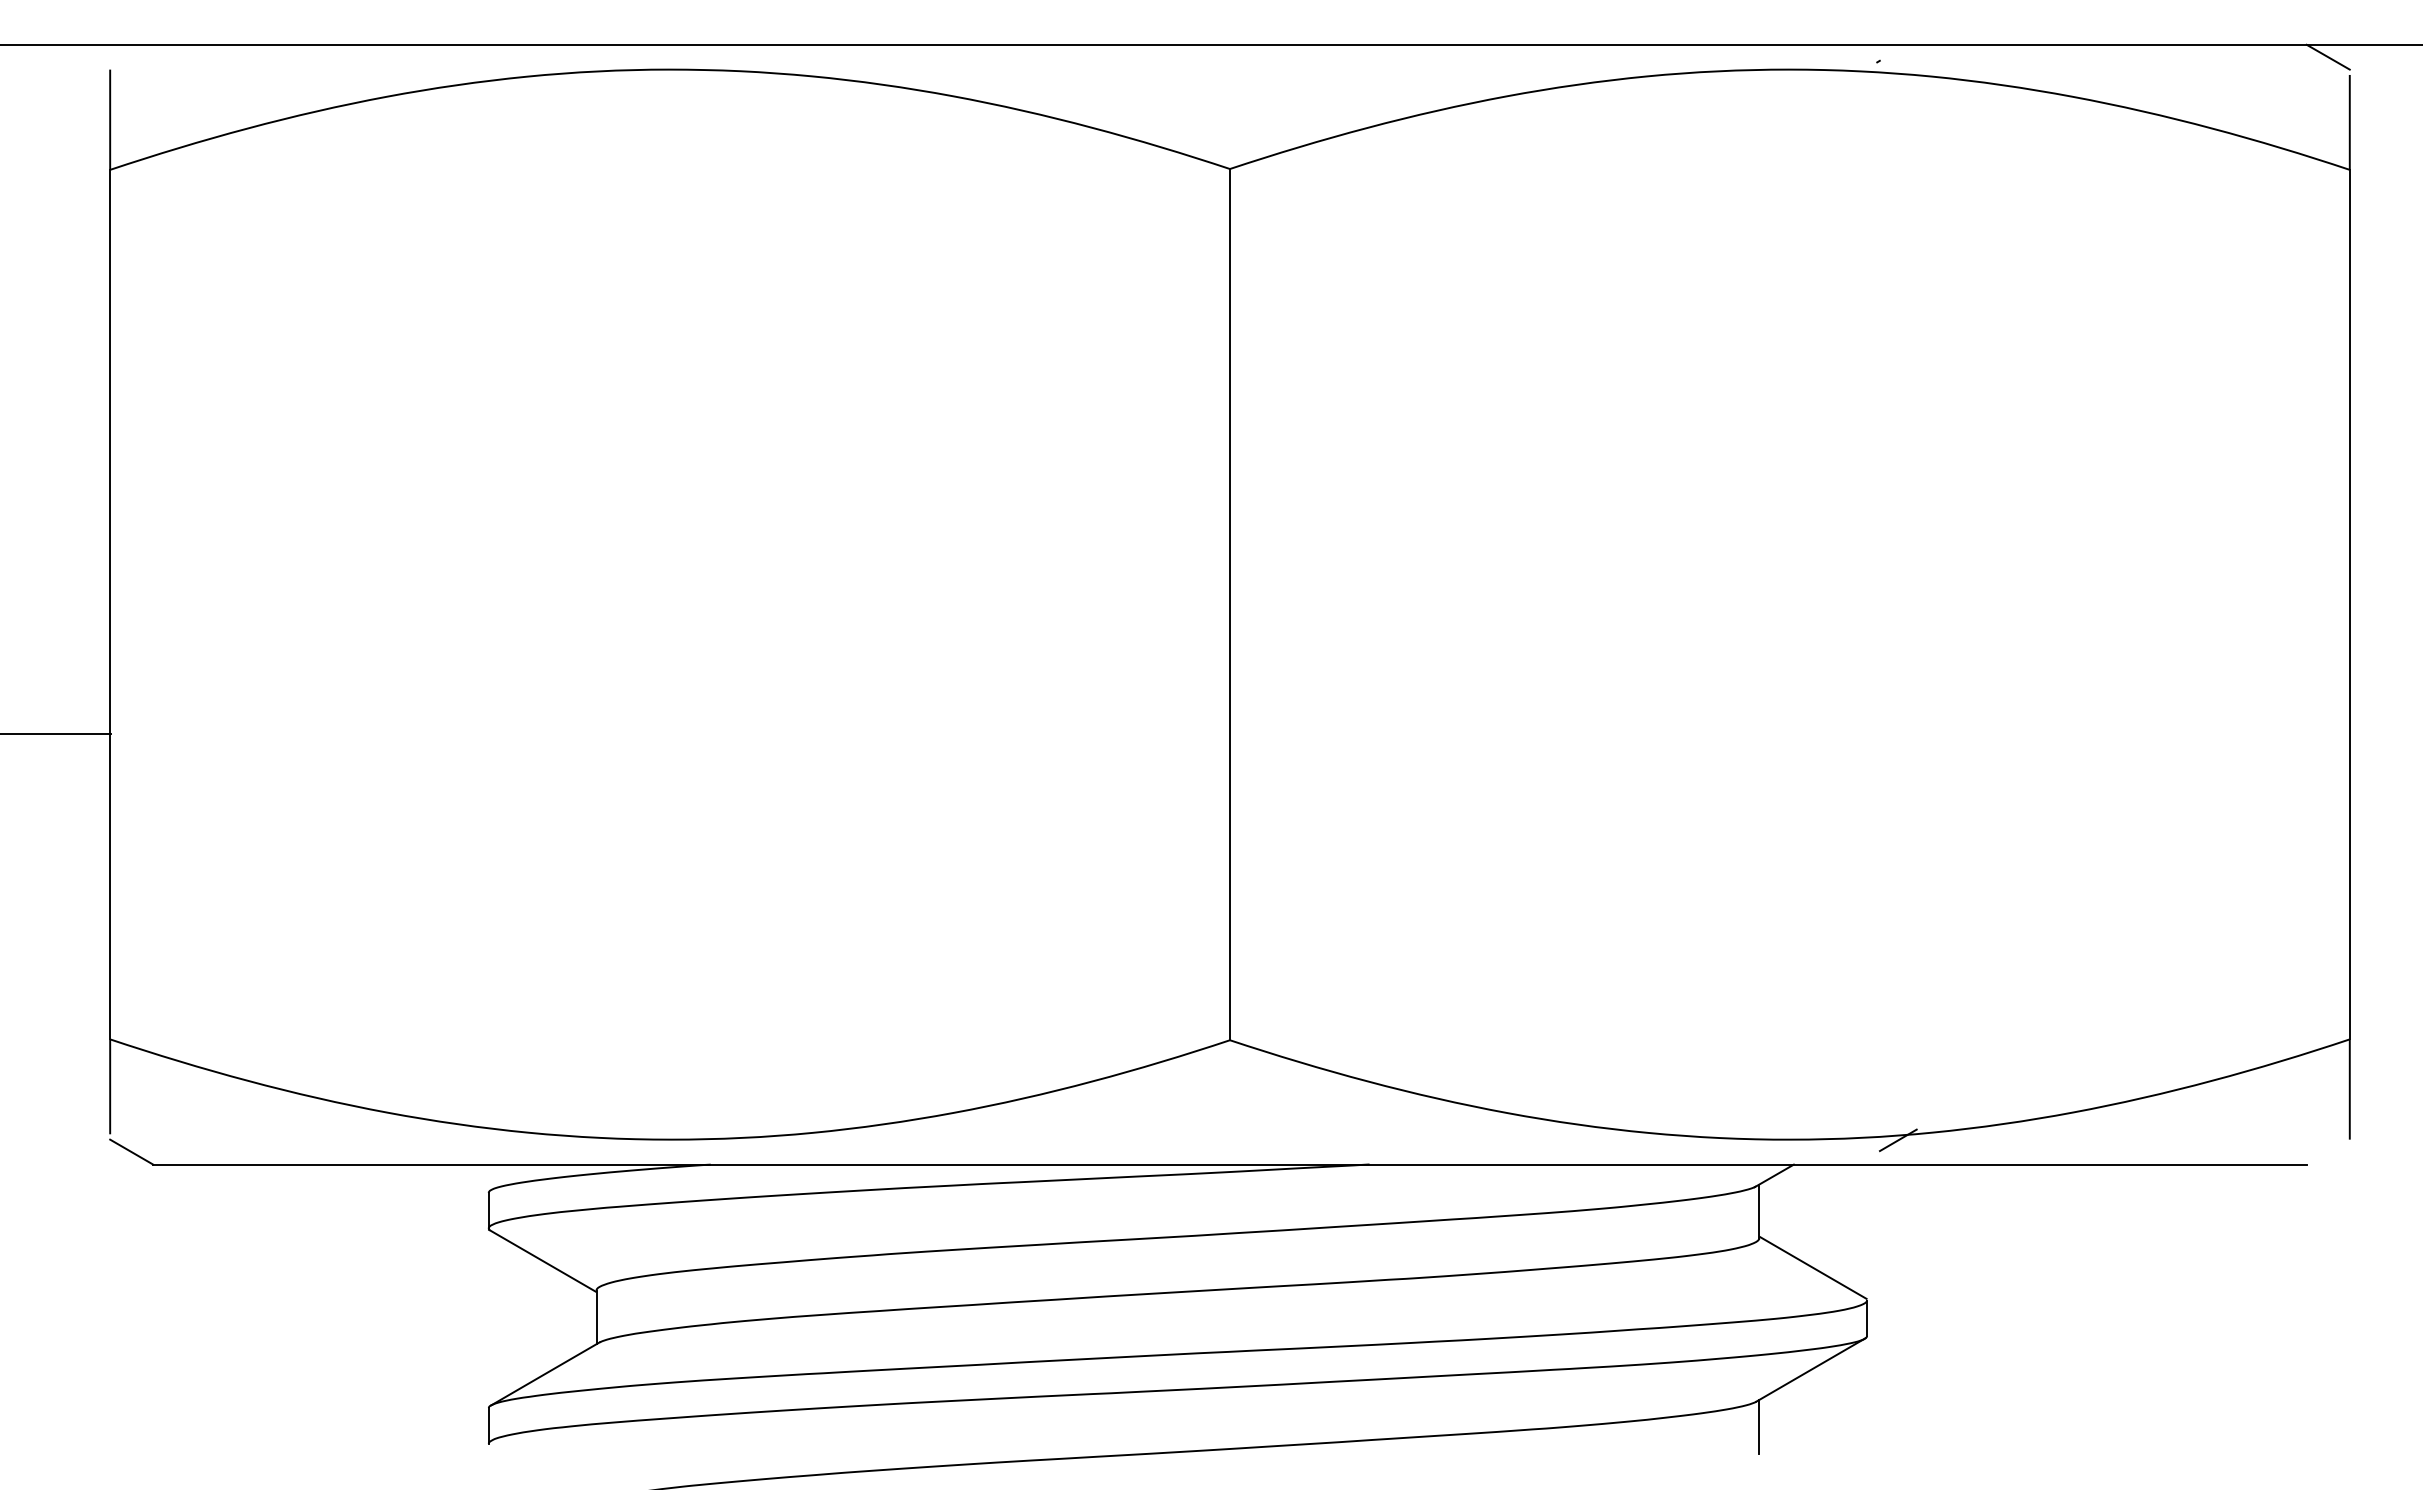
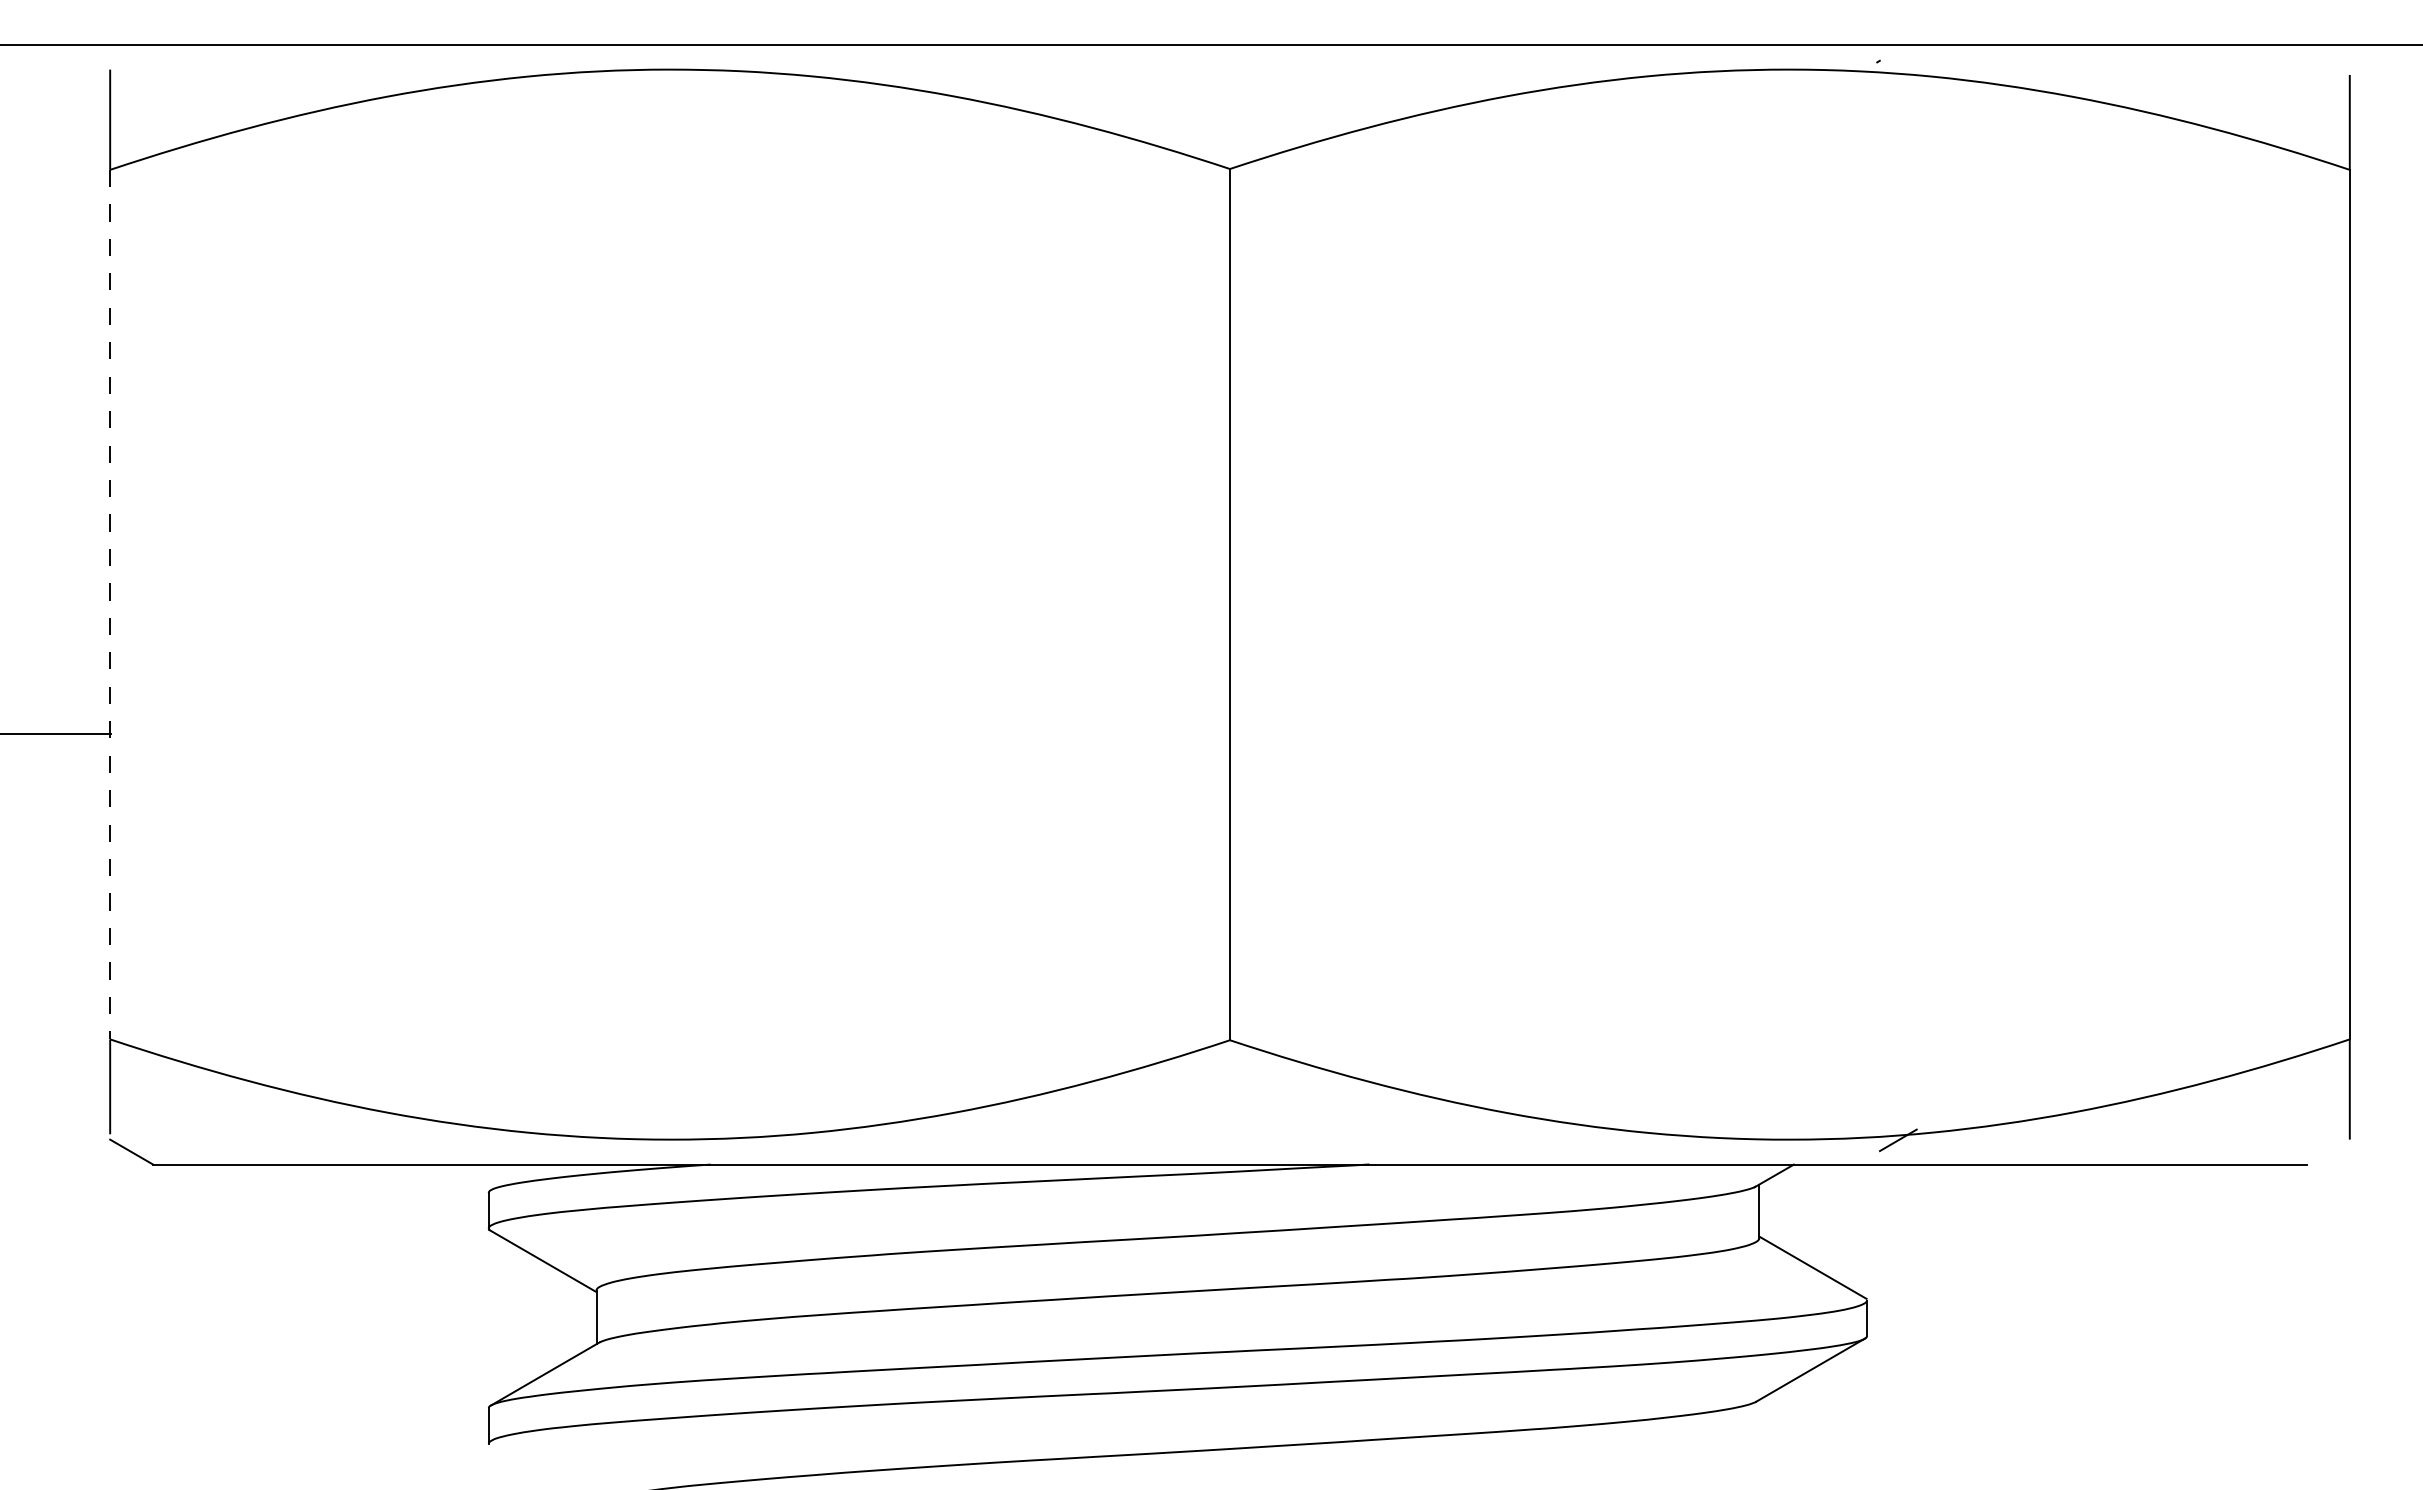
line at (2327, 56): present -> none
line at (110, 604): solid -> dashed
line at (1759, 1426): present -> none
